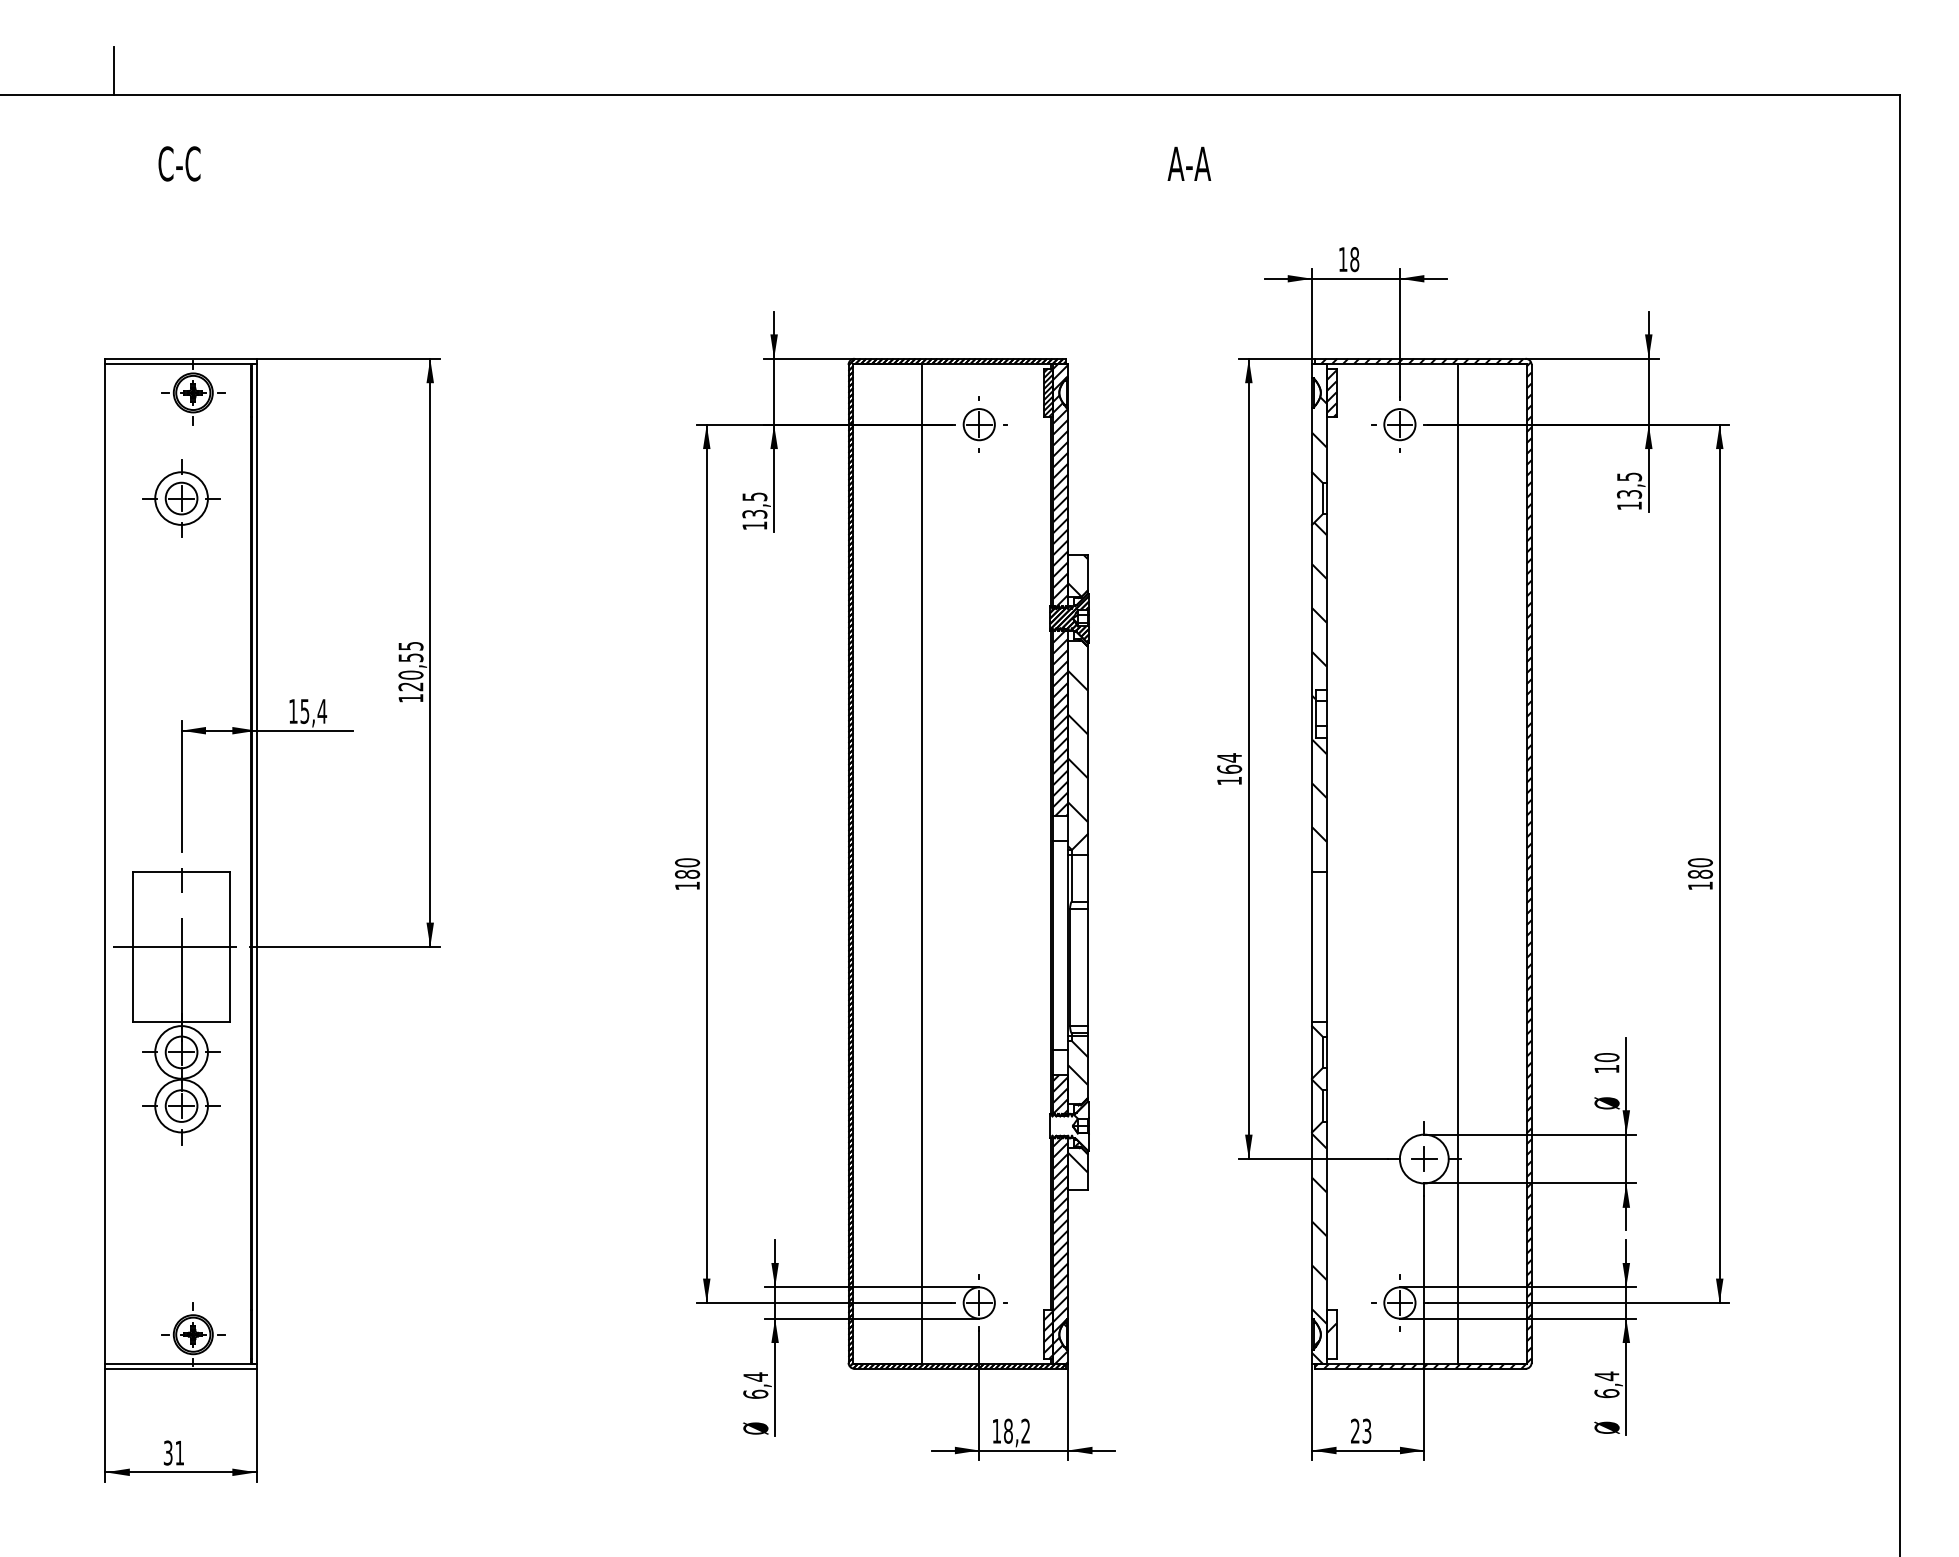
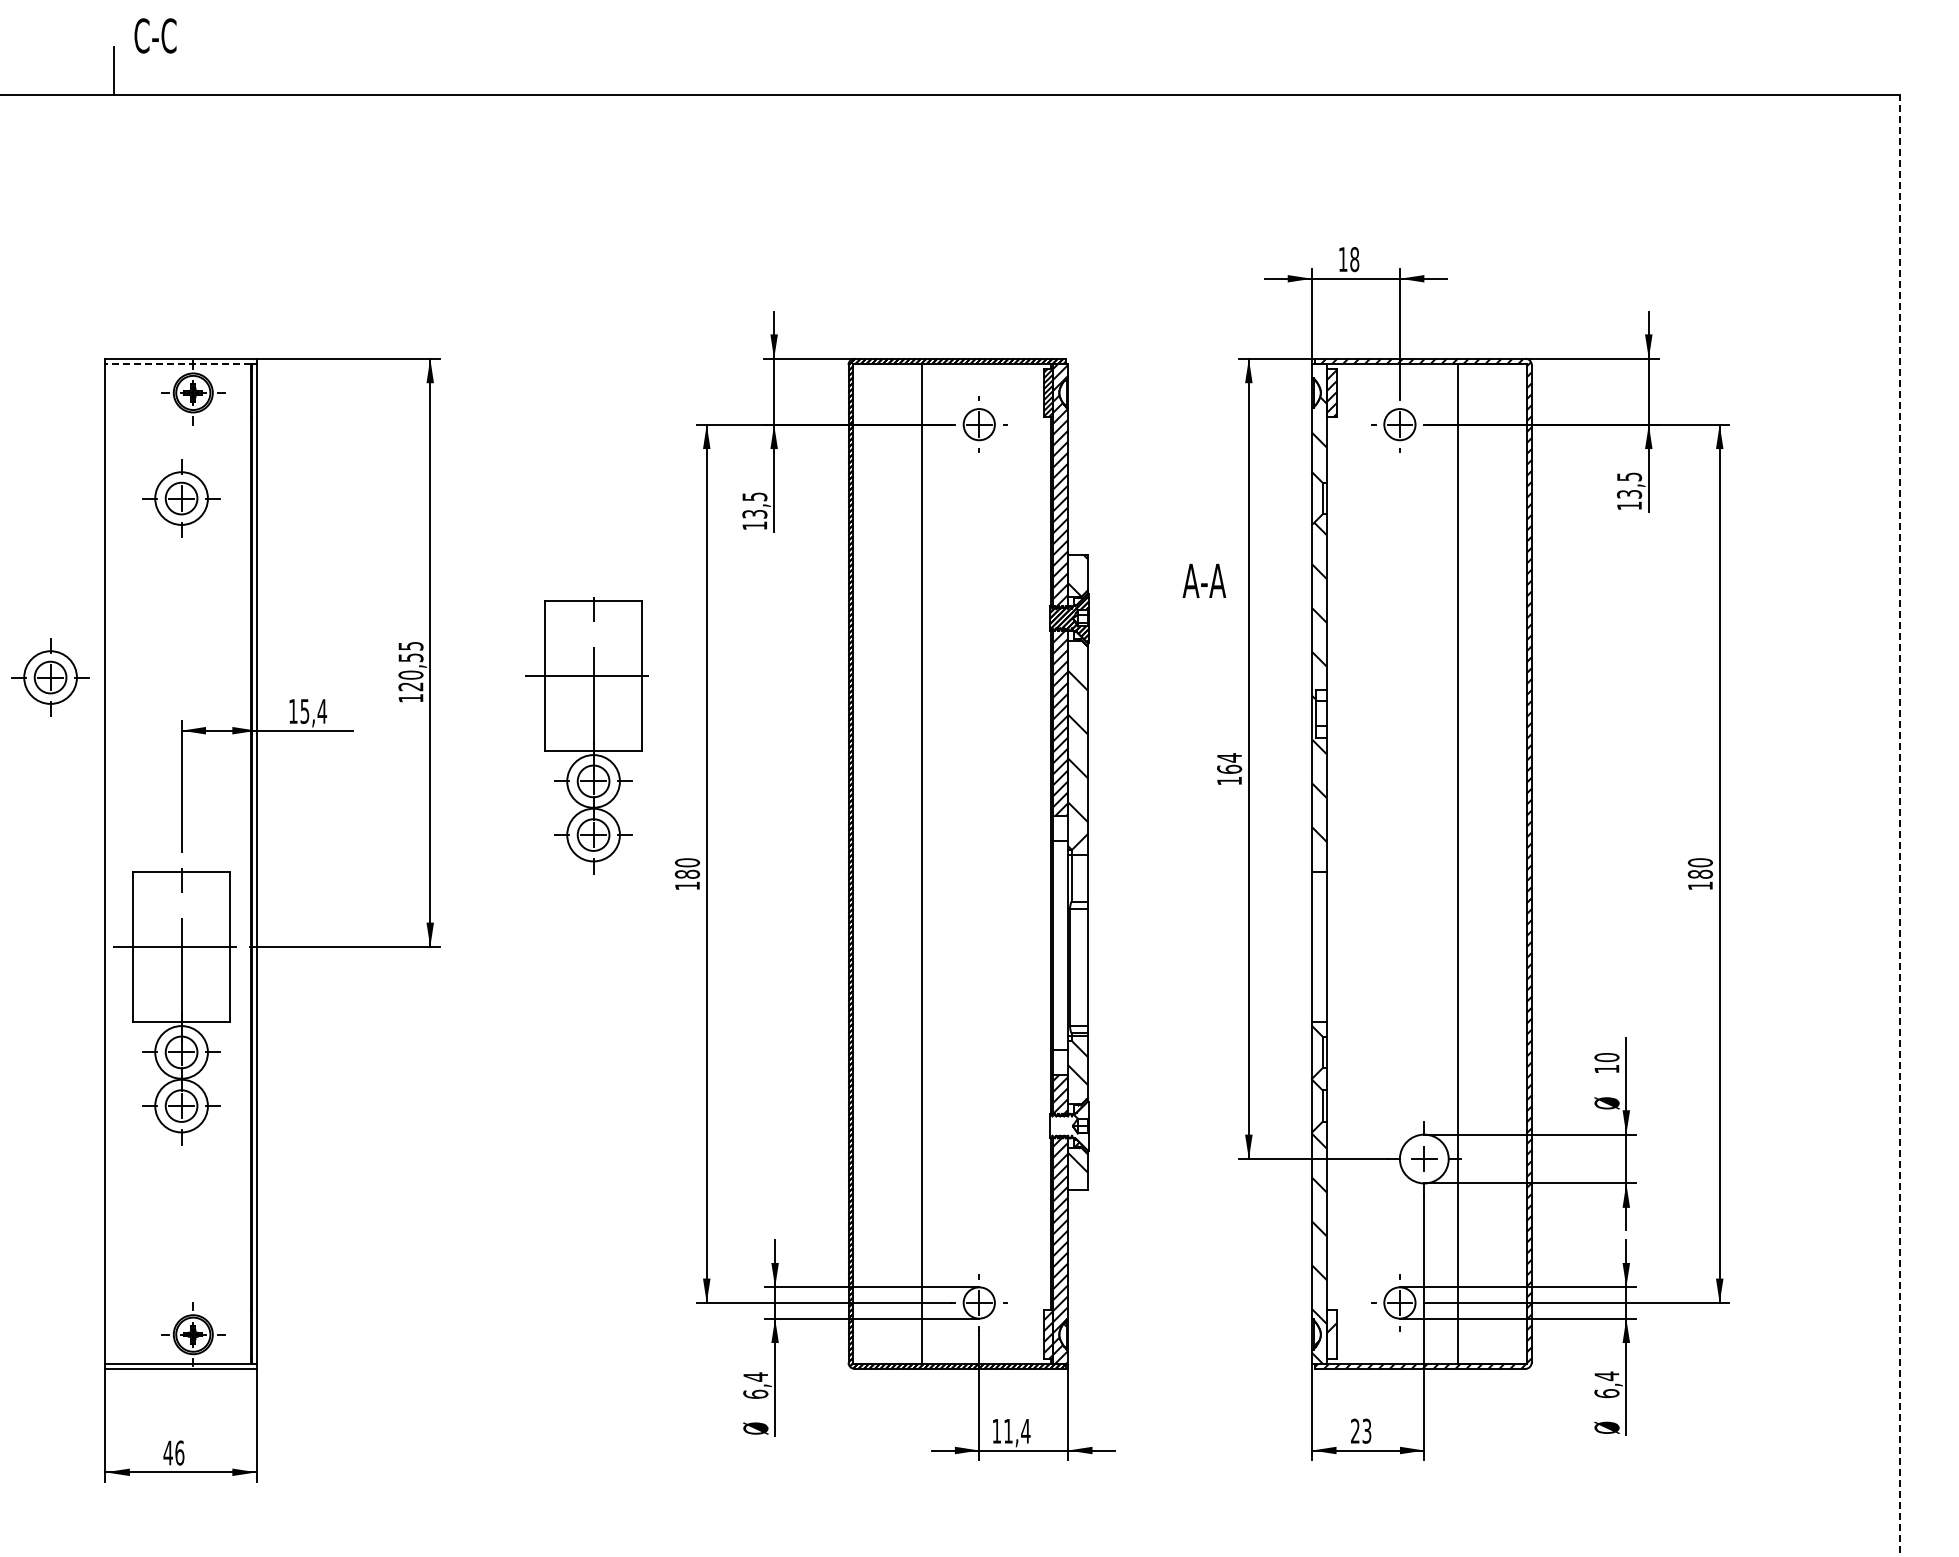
text at (179, 163) position: (179, 163) -> (155, 35)
text at (1189, 163) position: (1189, 163) -> (1204, 580)
line at (177, 363): solid -> dashed
part at (50, 677): none -> present
part at (586, 735): none -> present
line at (1900, 825): solid -> dashed
text at (1017, 1430): 18,2 -> 11,4
text at (173, 1452): 31 -> 46
